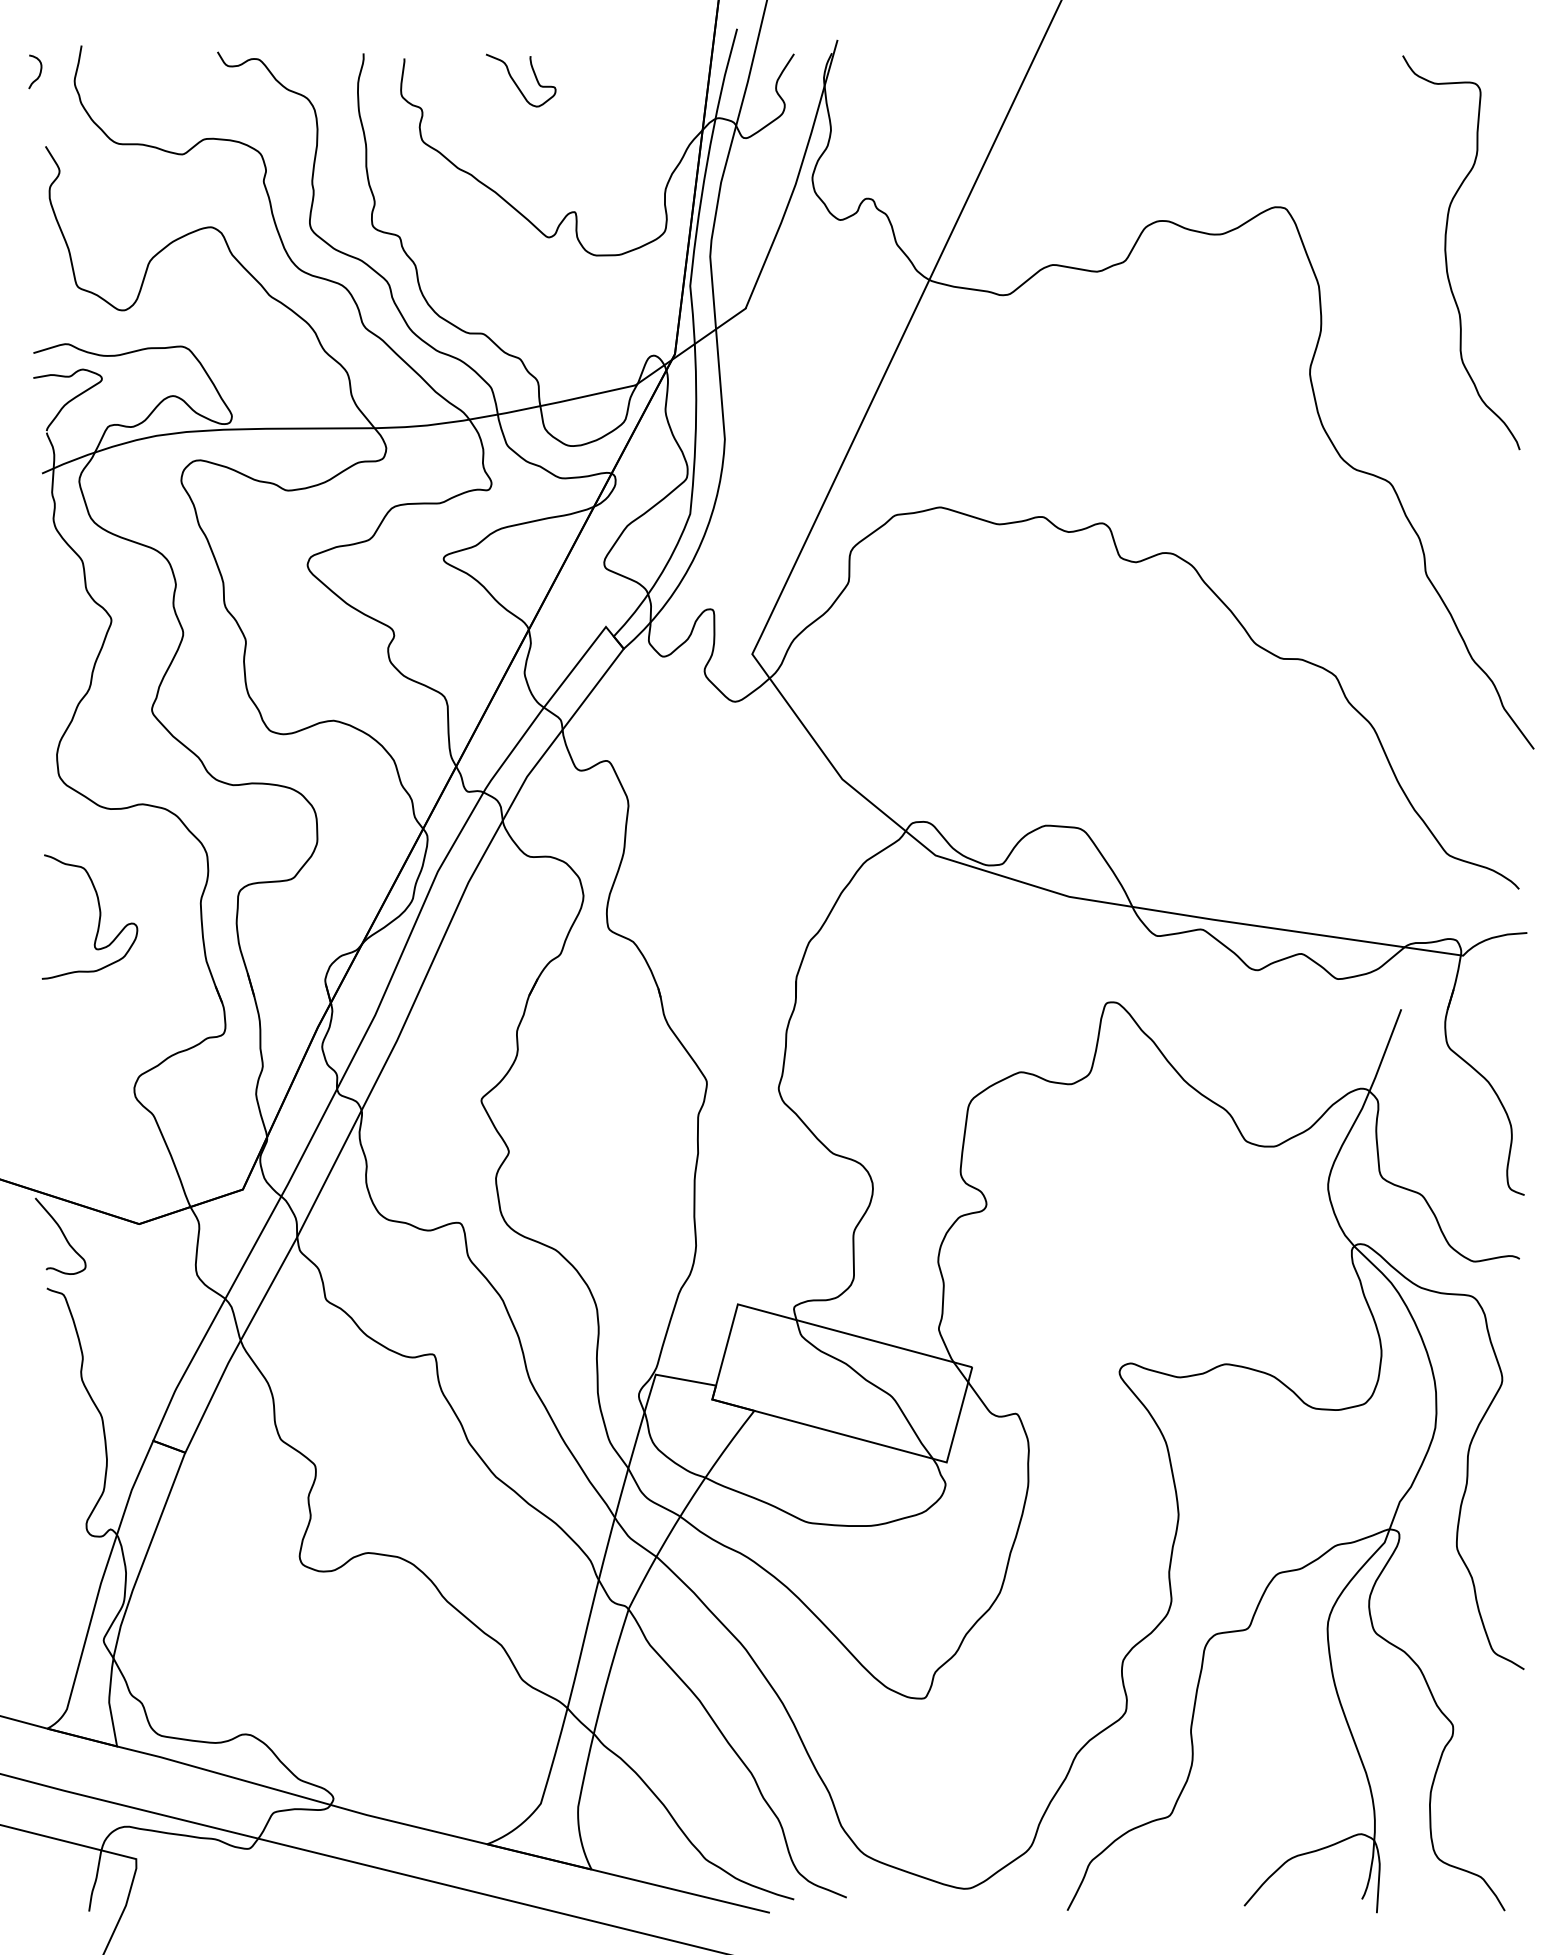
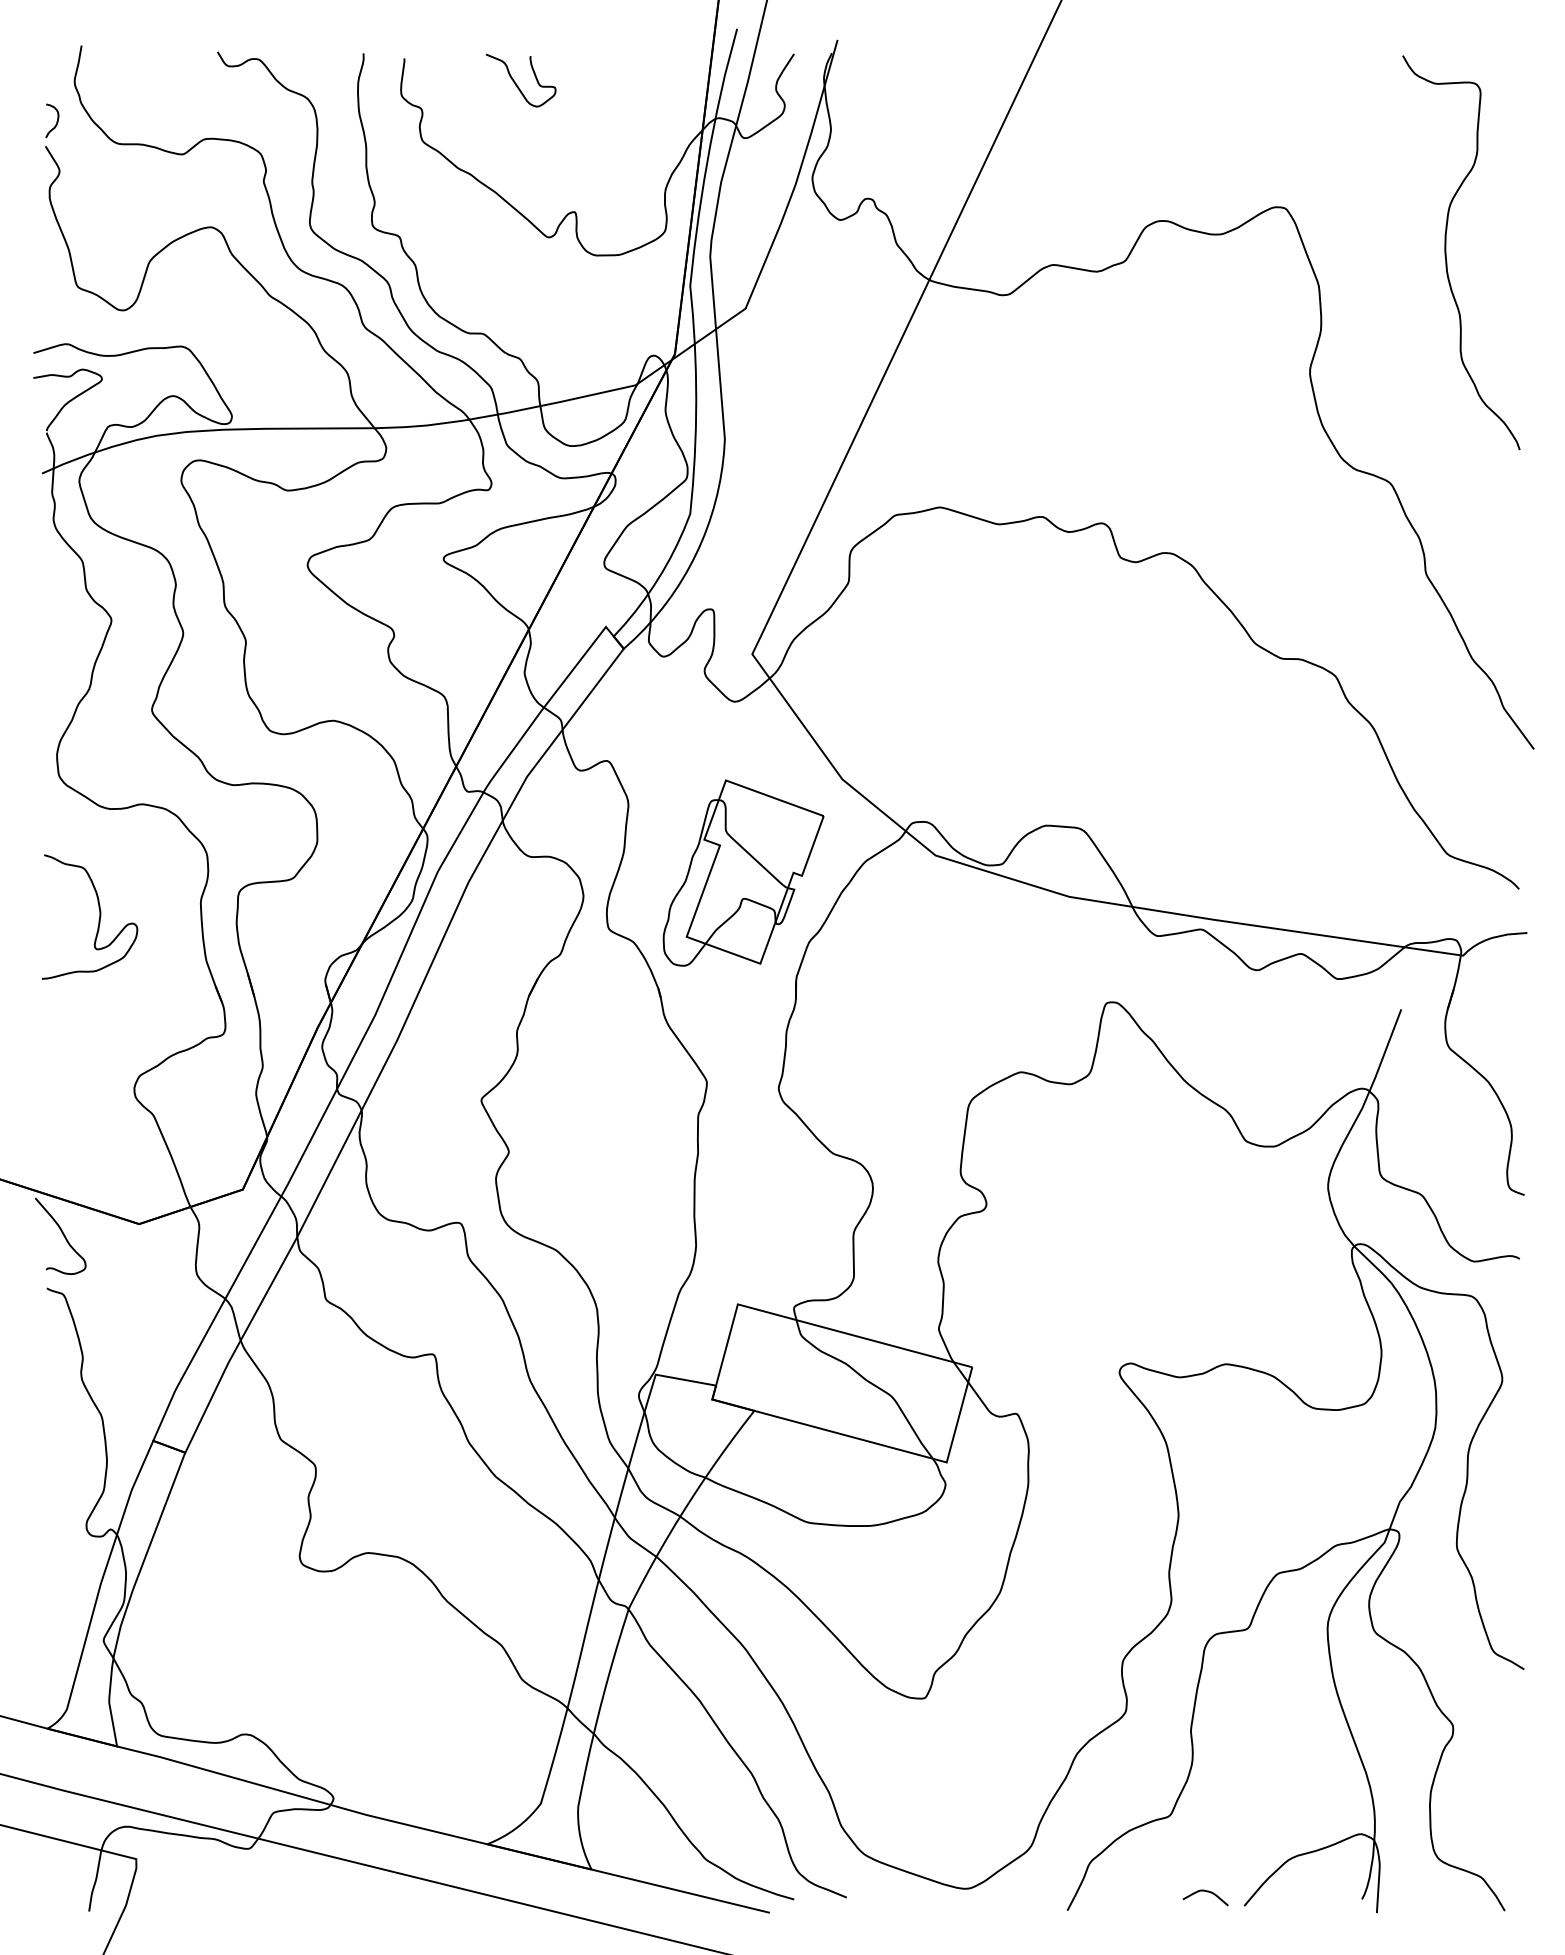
curve at (39, 72) position: (39, 72) -> (56, 121)
part at (743, 872): none -> present
curve at (1206, 1892): none -> present
